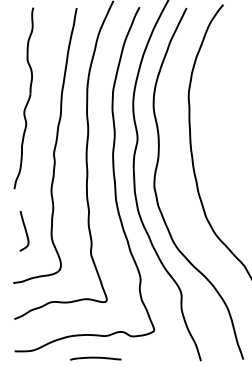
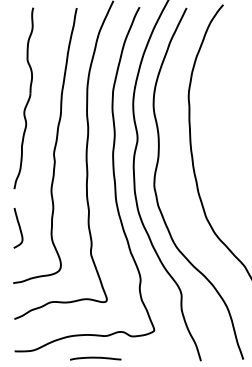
curve at (25, 231) position: (25, 231) -> (19, 228)
